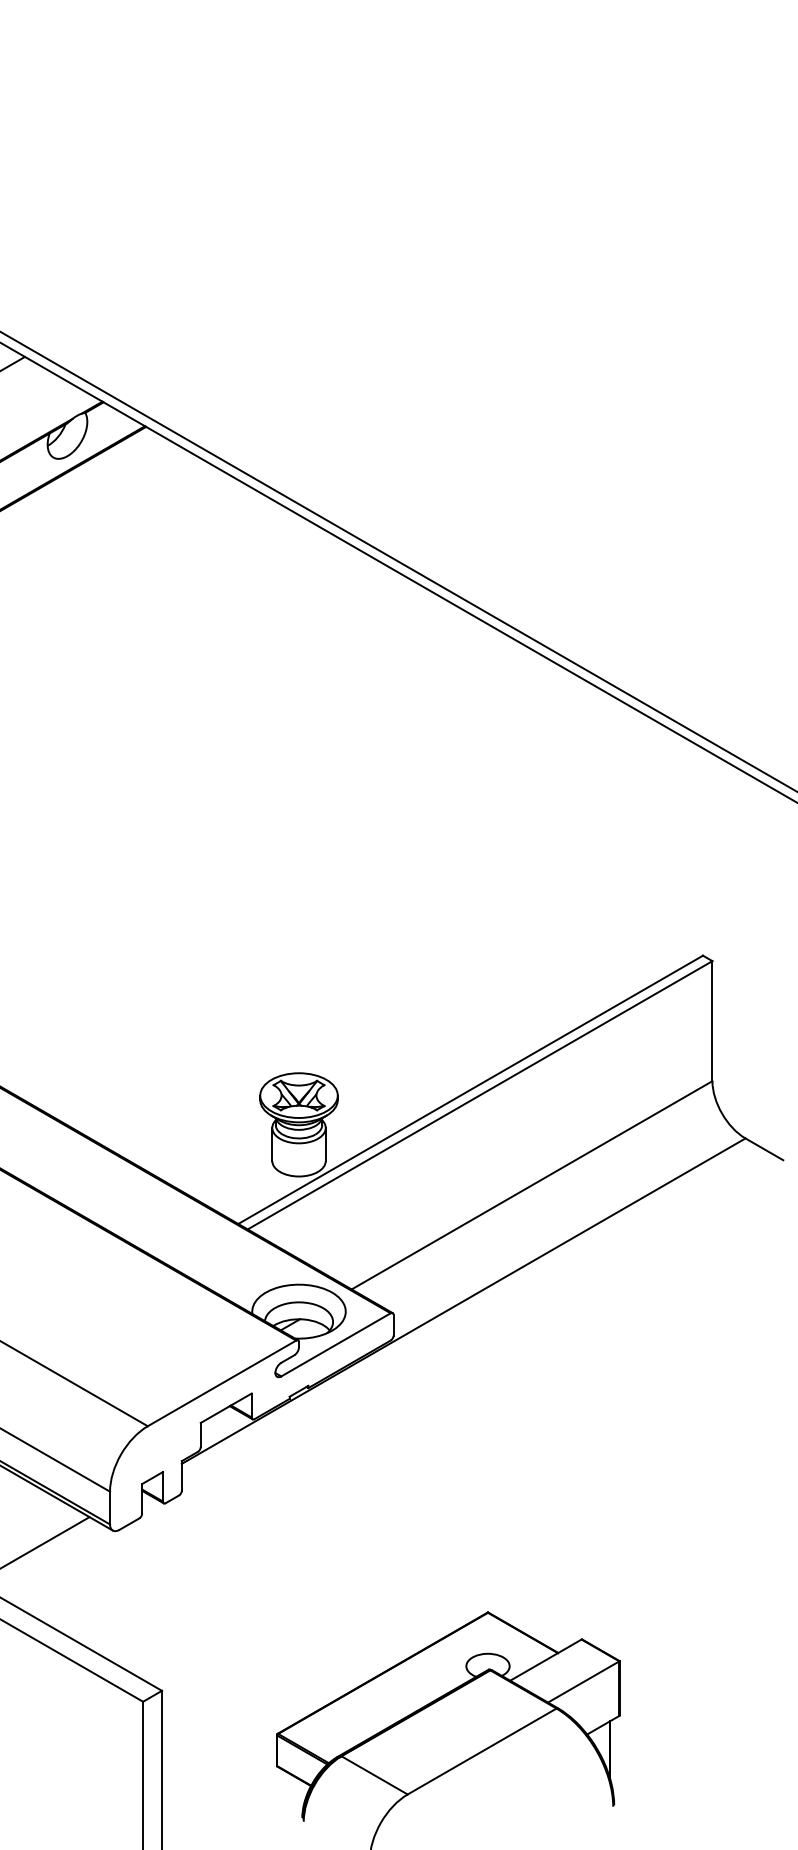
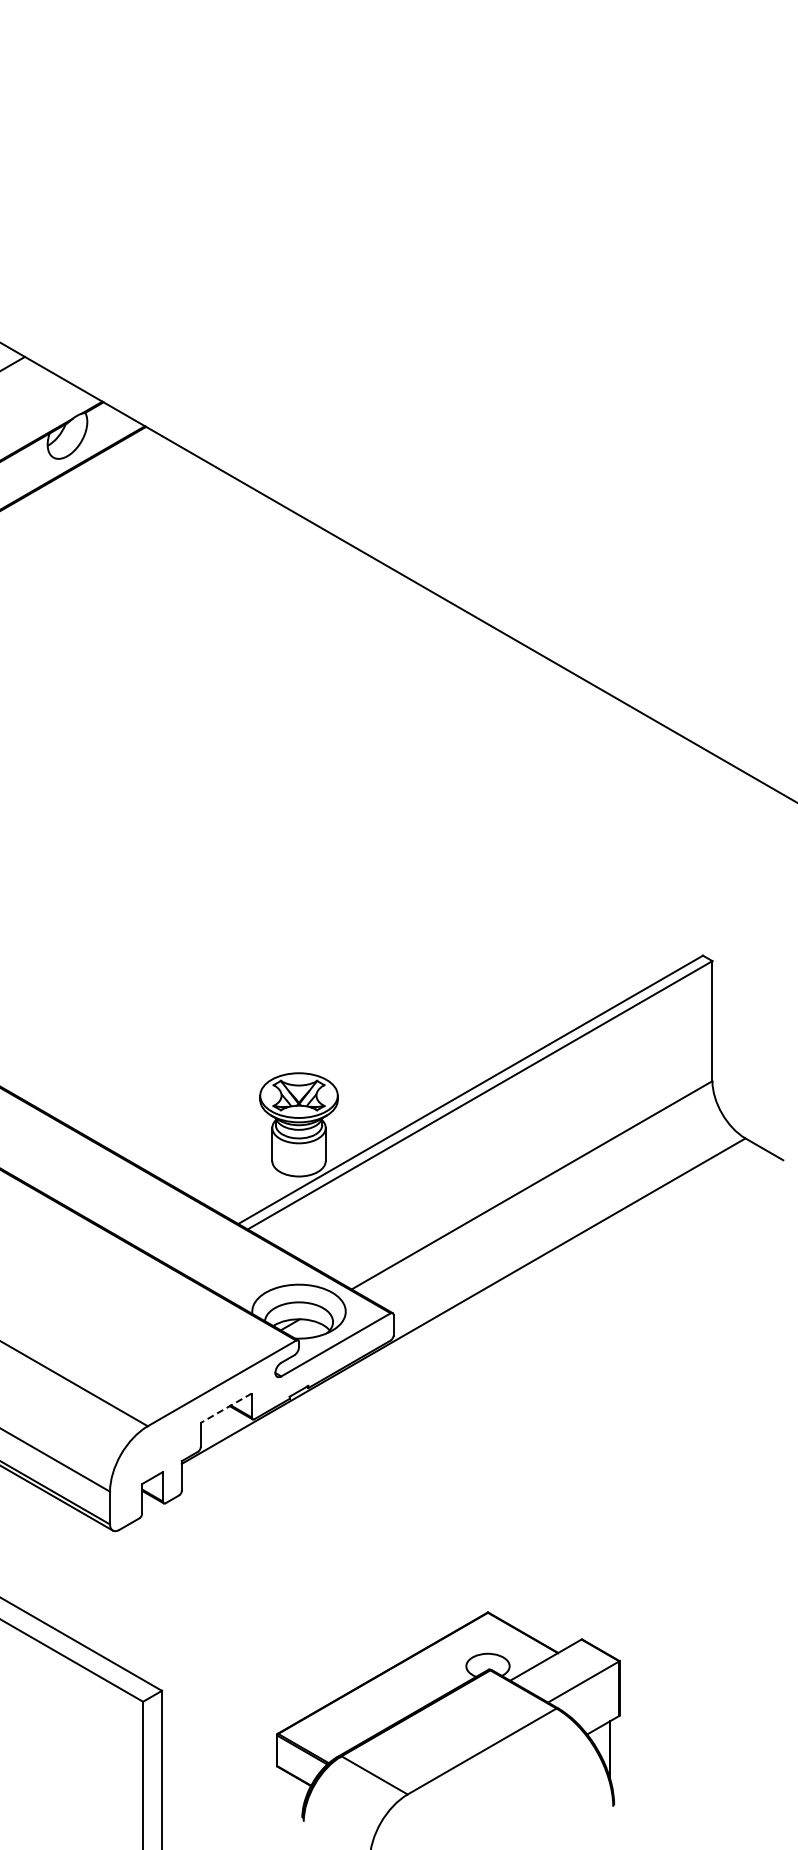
line at (398, 561): present -> none
line at (225, 1408): solid -> dashed
line at (45, 1542): present -> none
